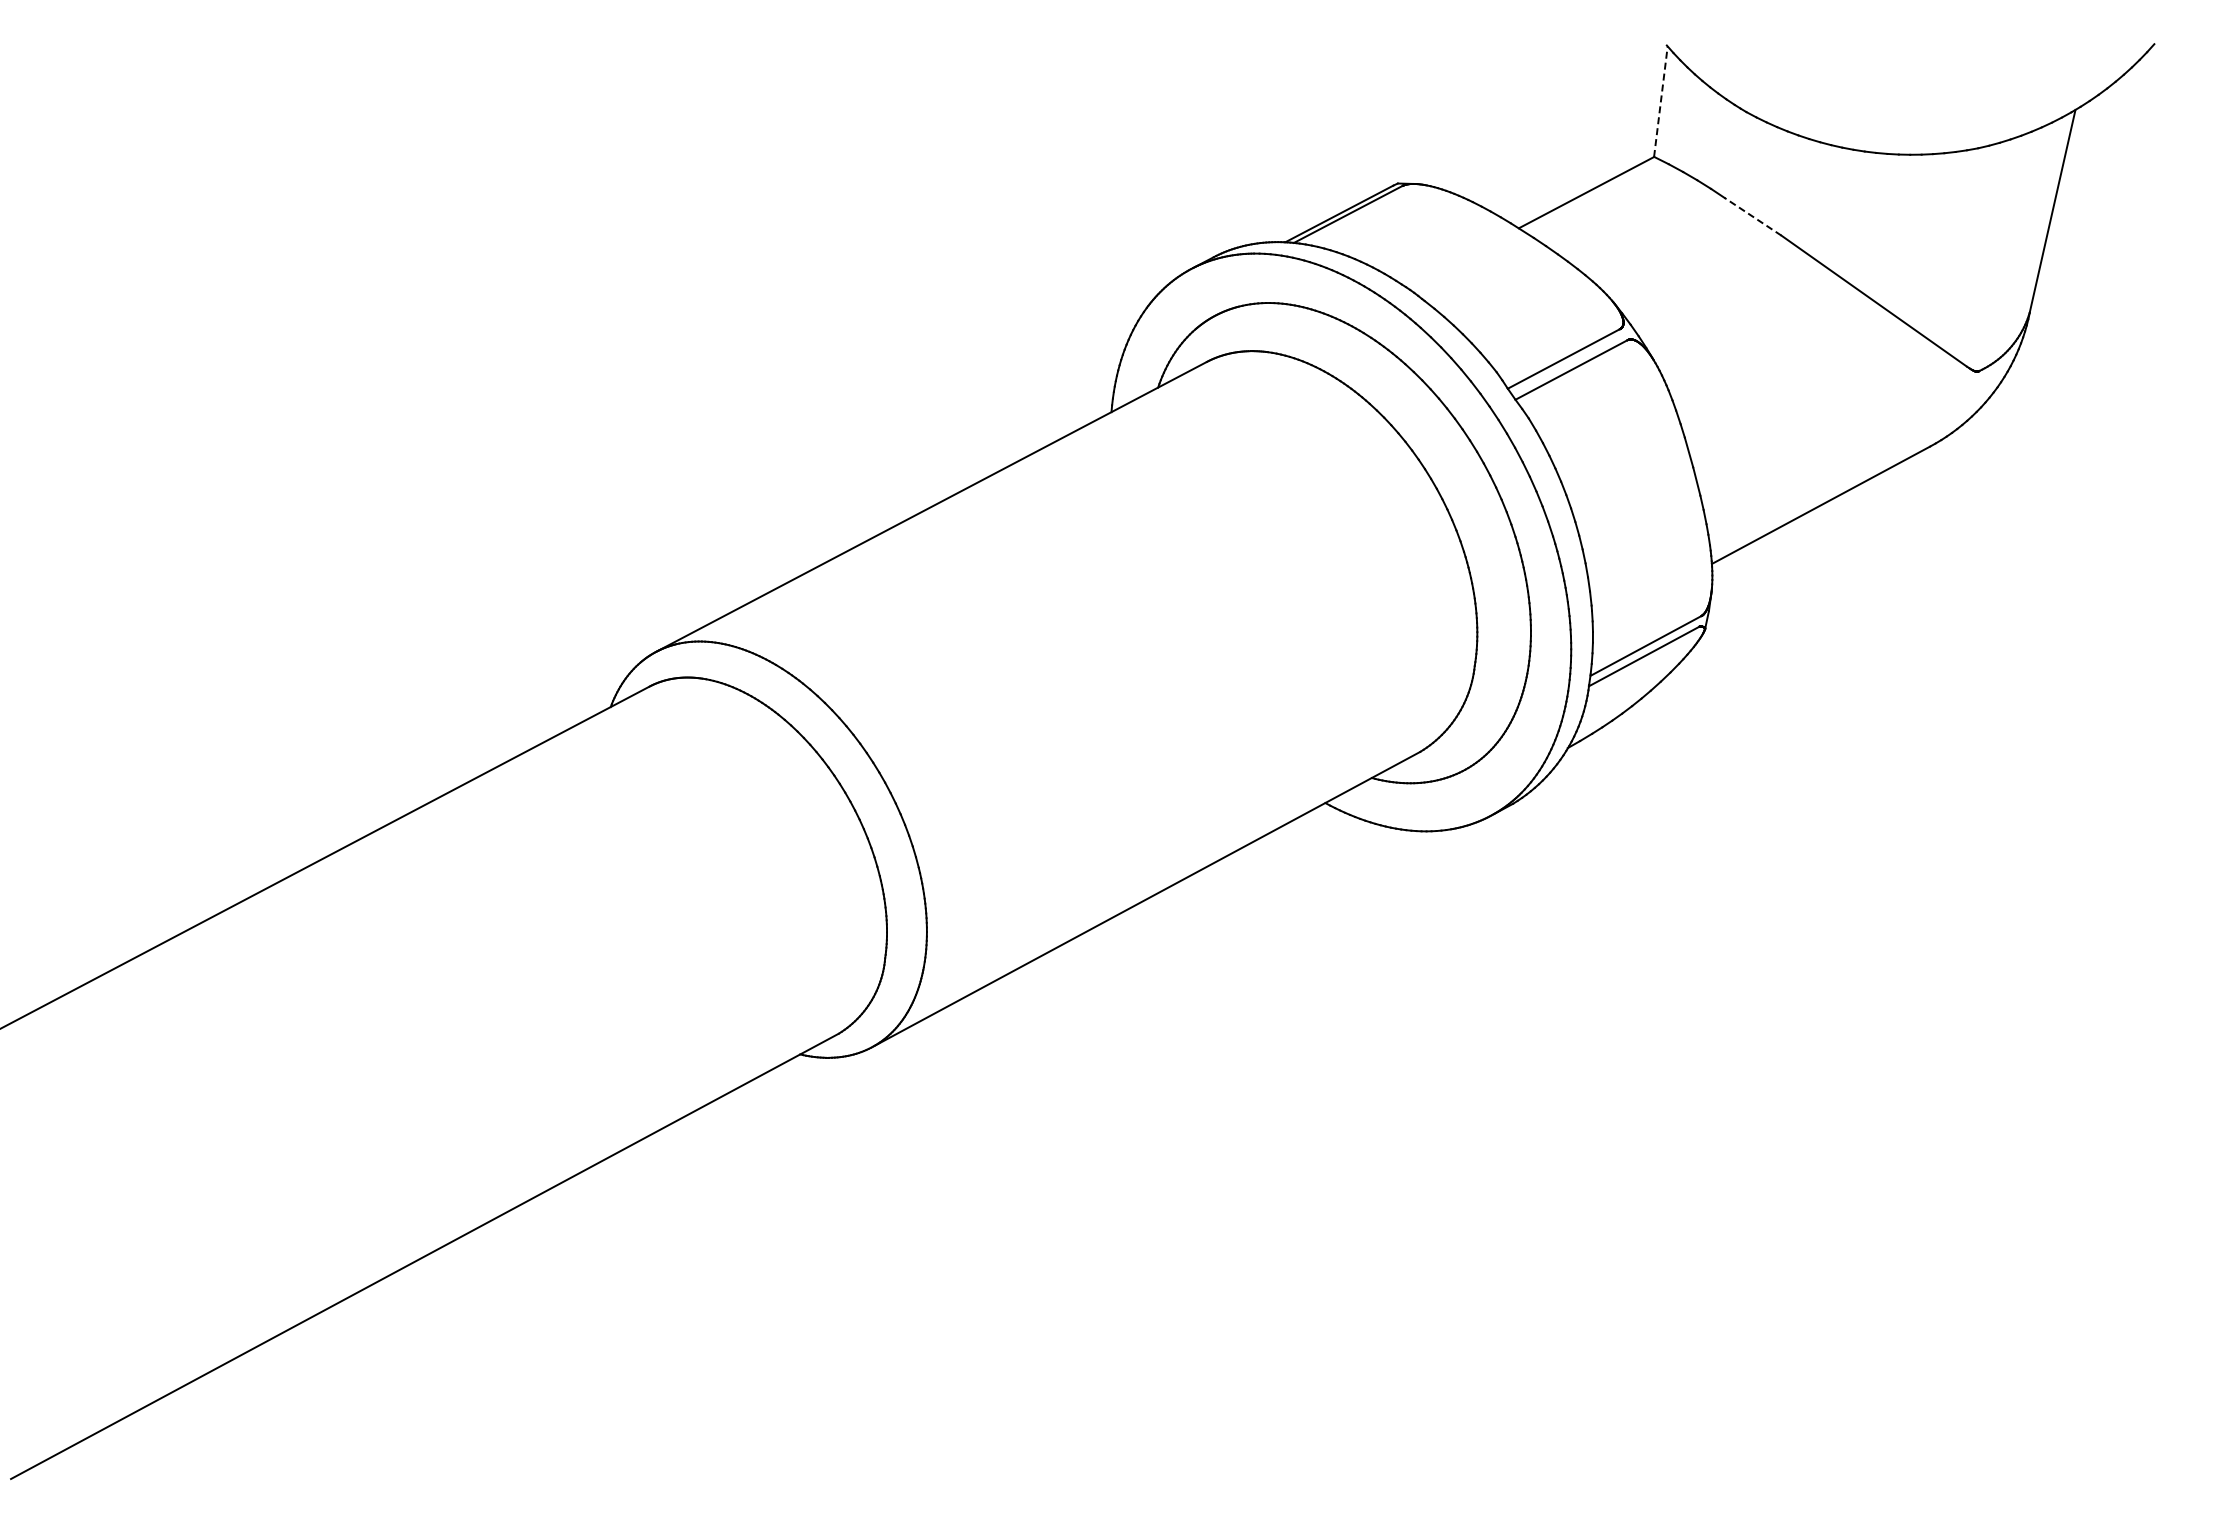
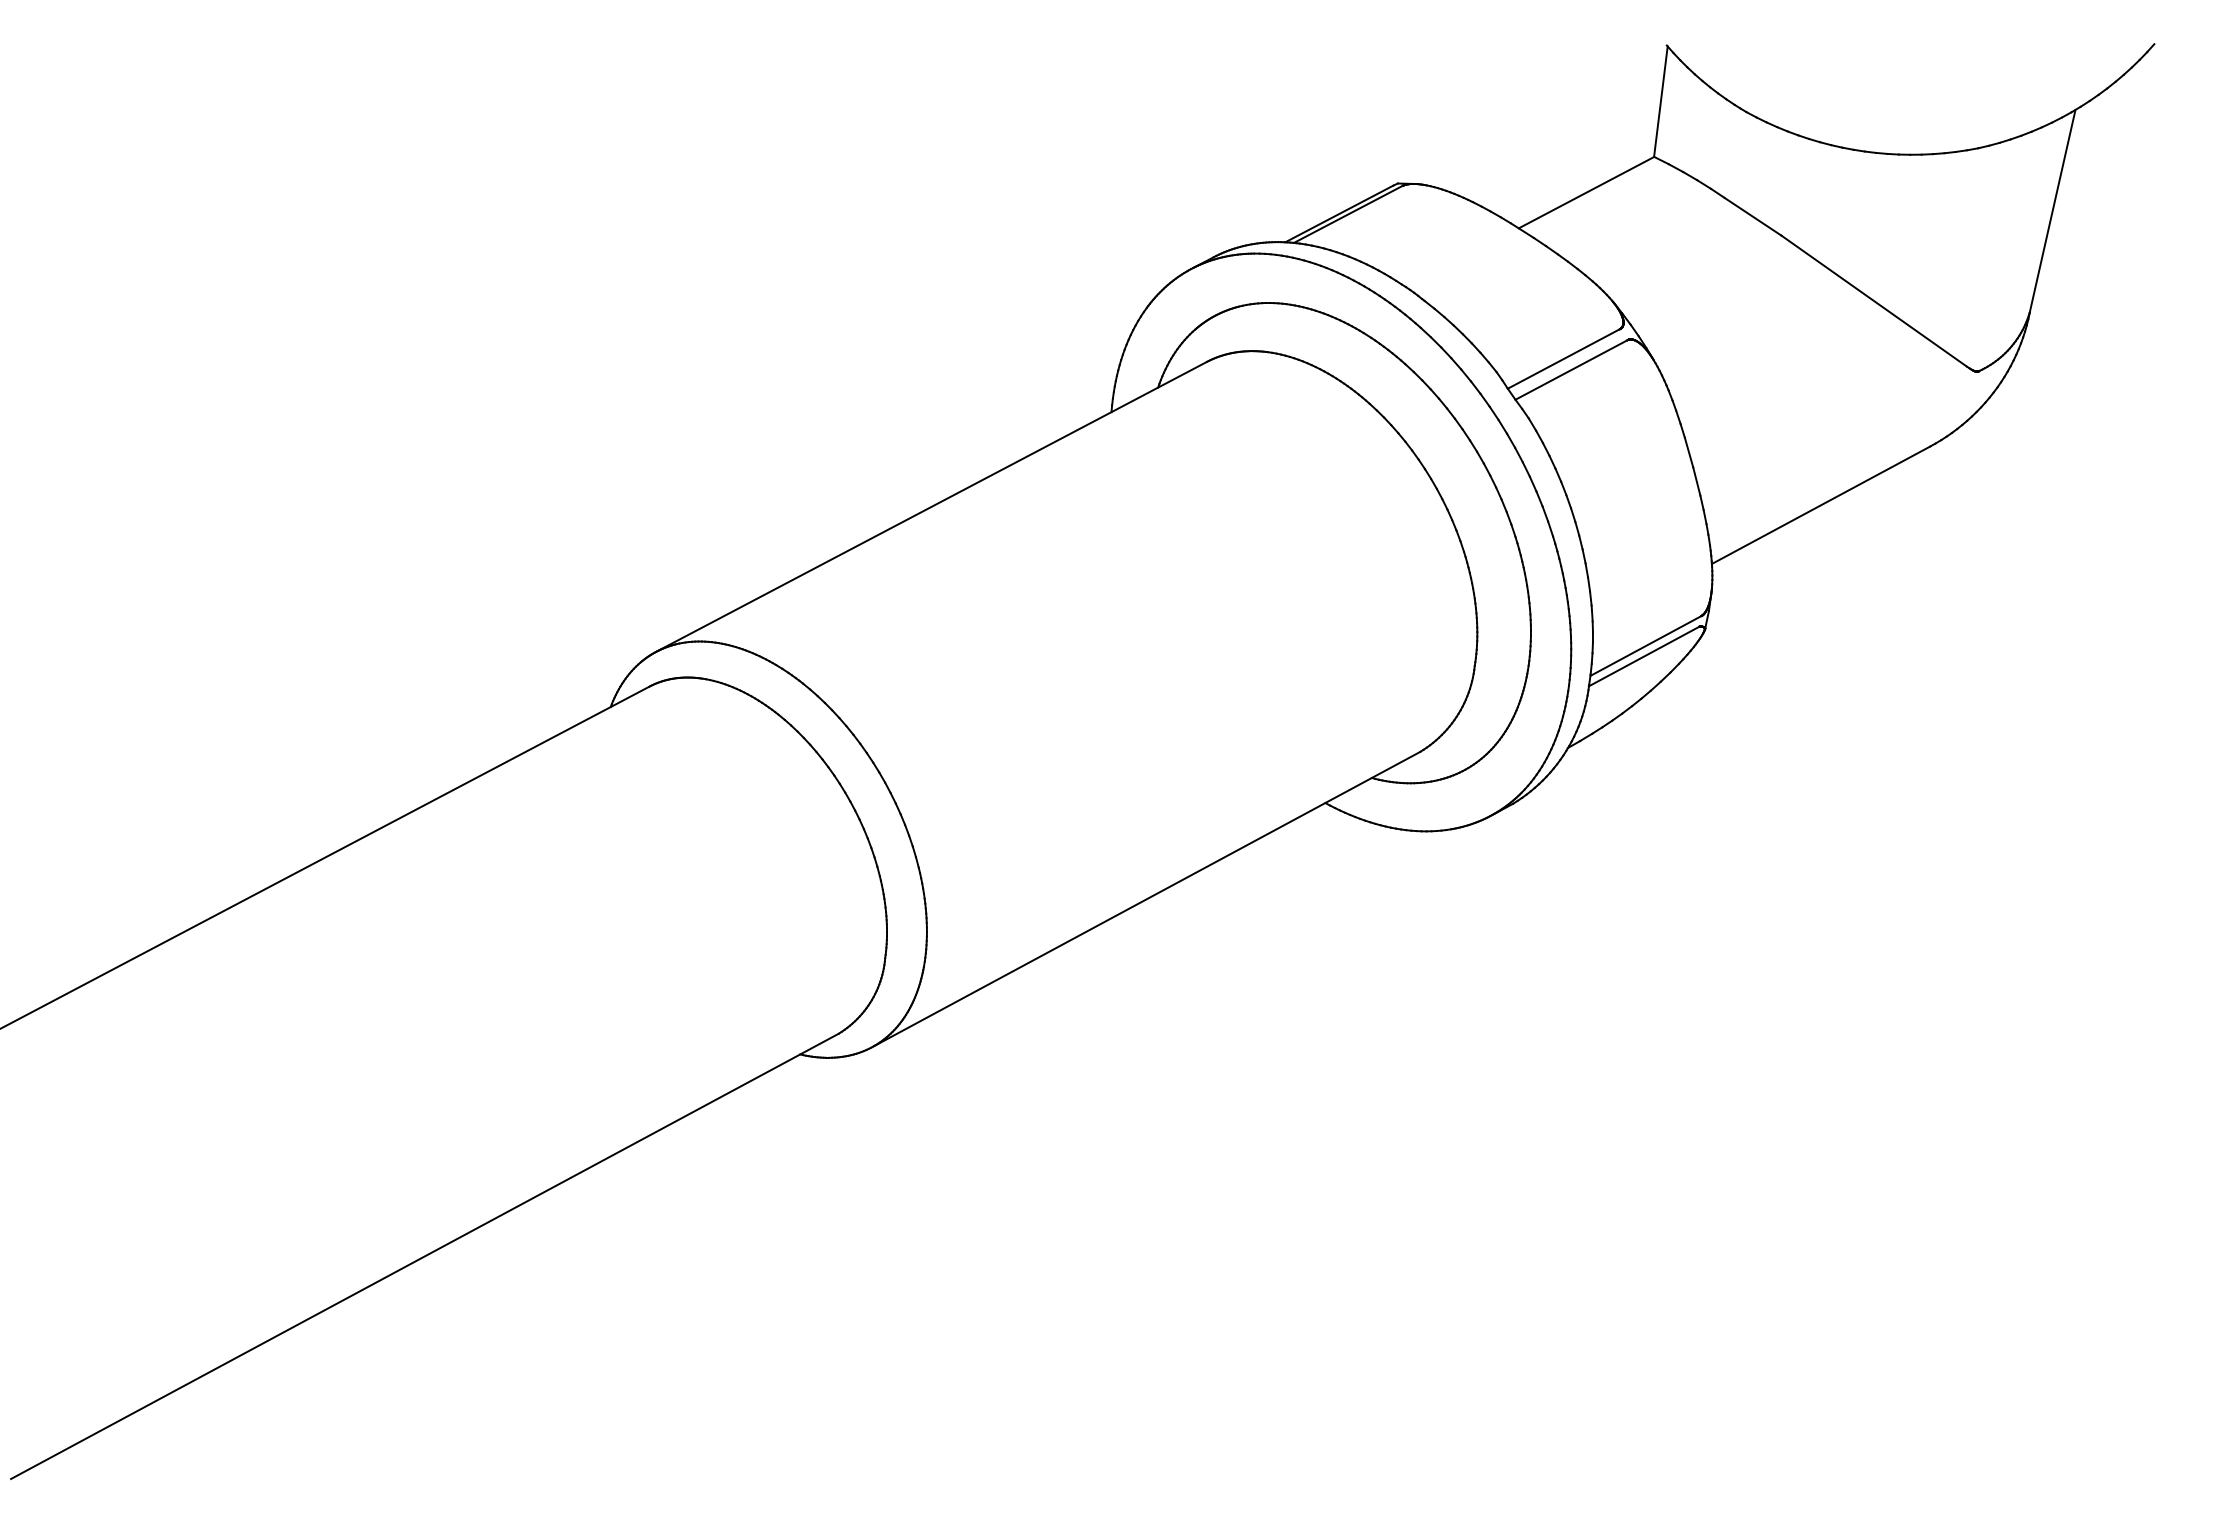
line at (1660, 101): dashed -> solid
line at (1752, 216): dashed -> solid
